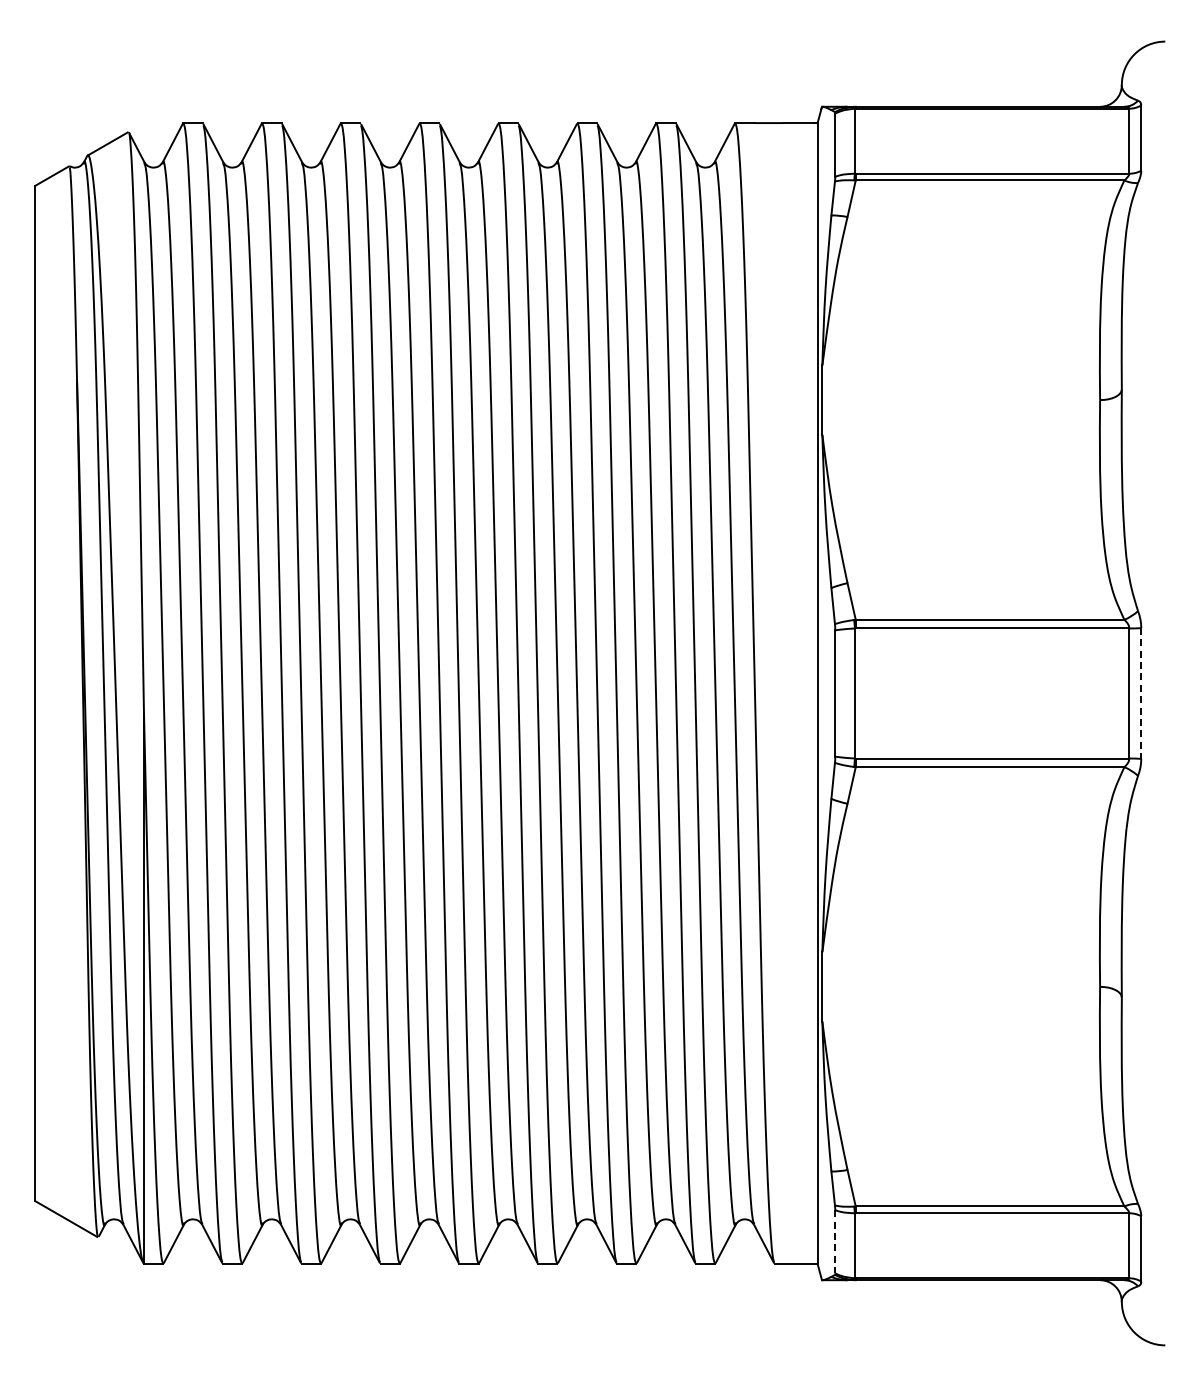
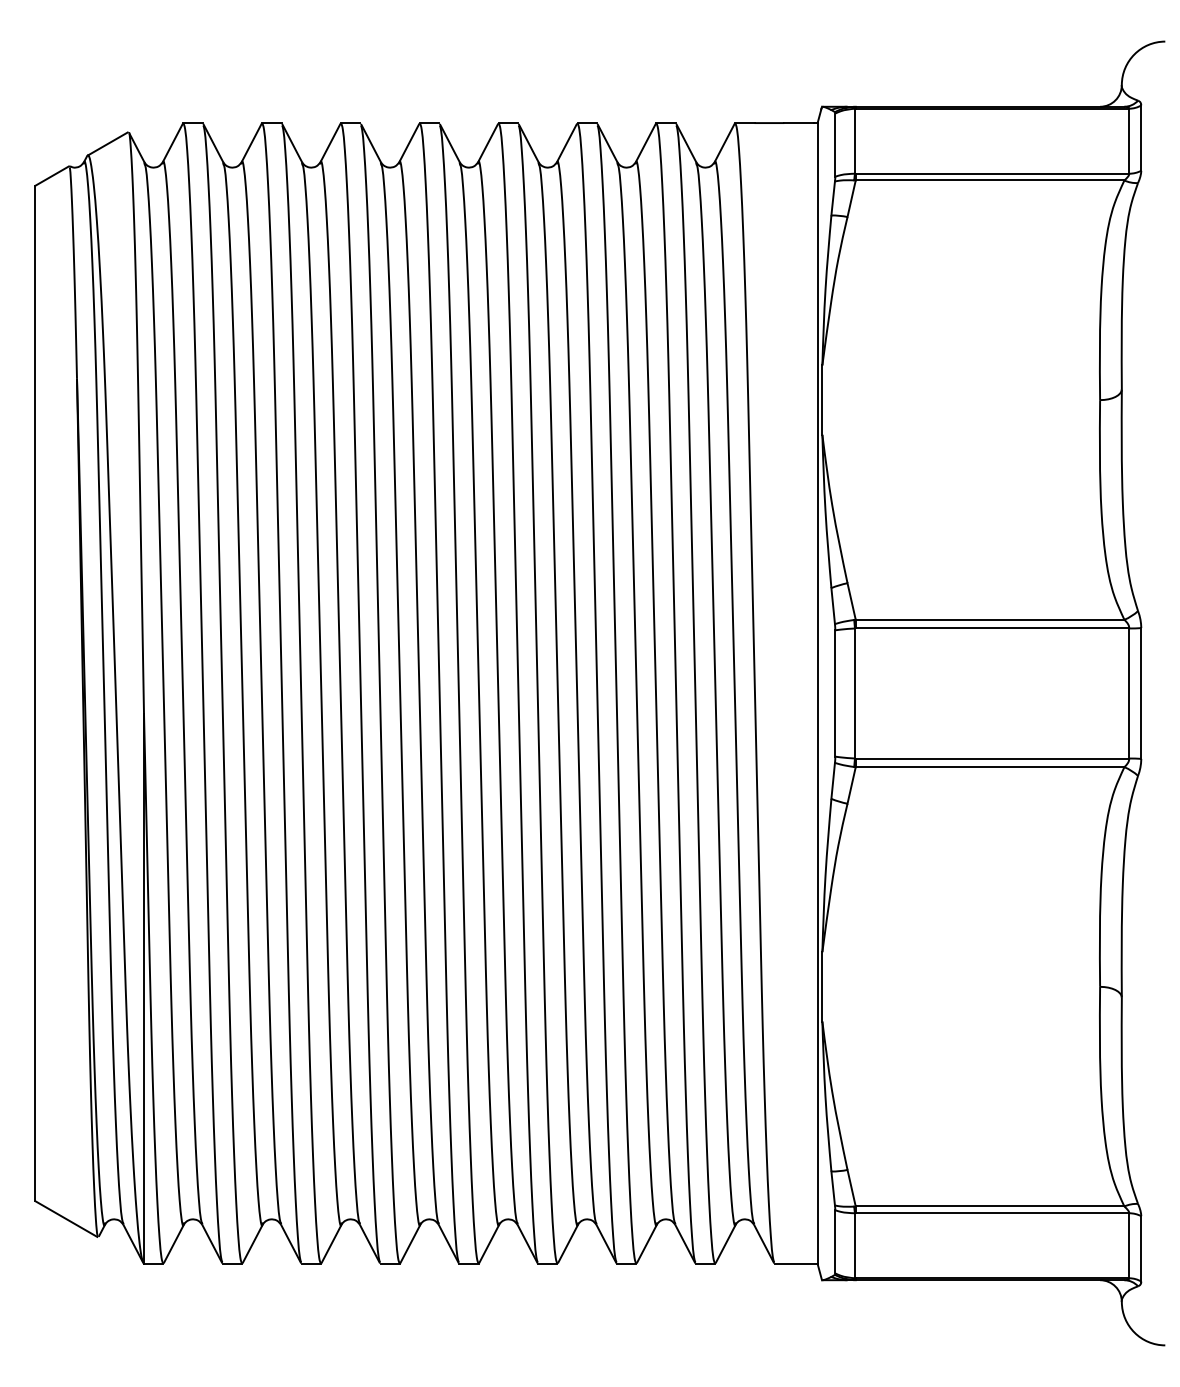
line at (1141, 693): dashed -> solid
line at (835, 1241): dashed -> solid
